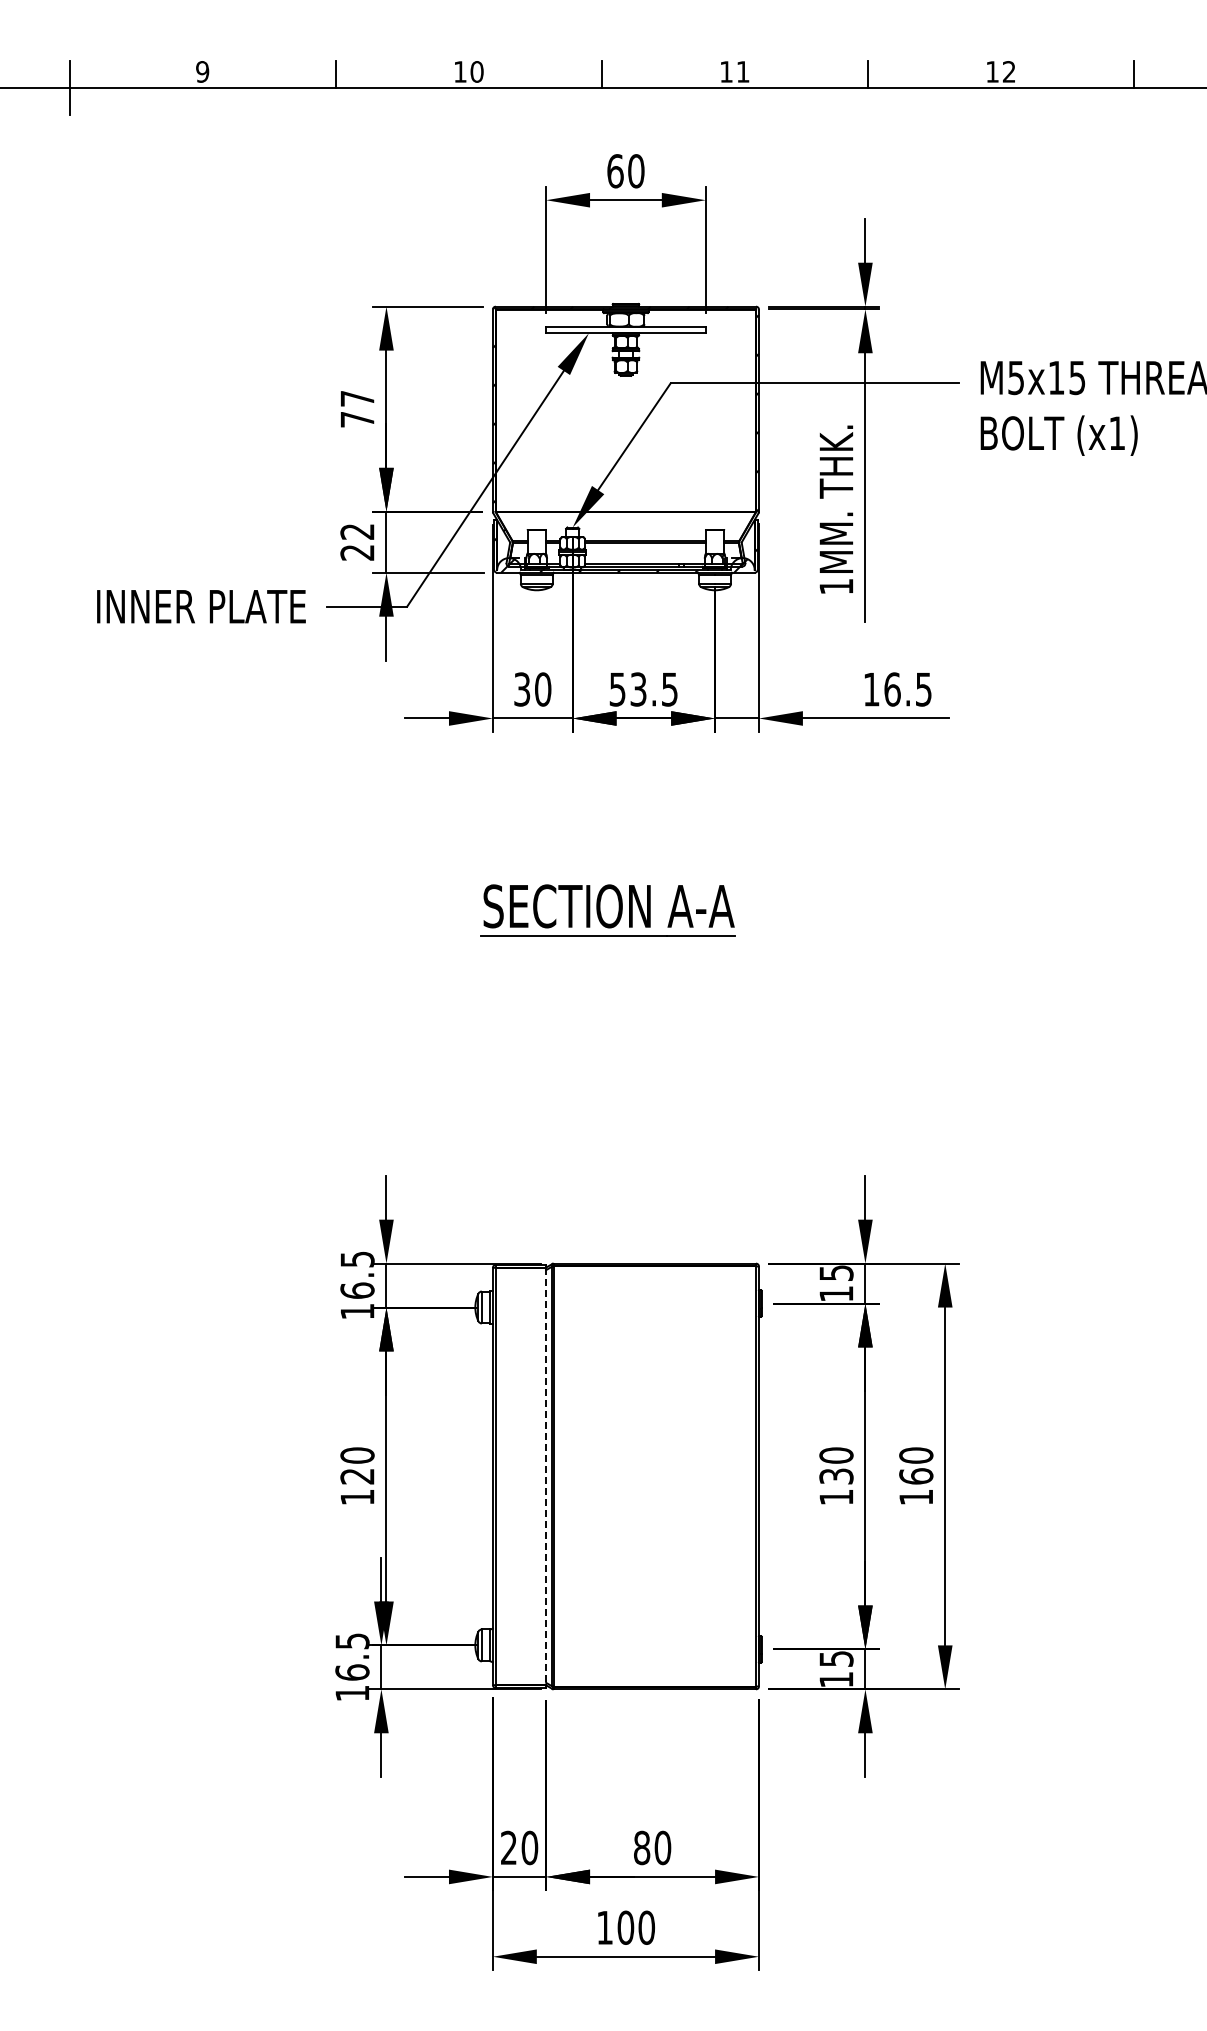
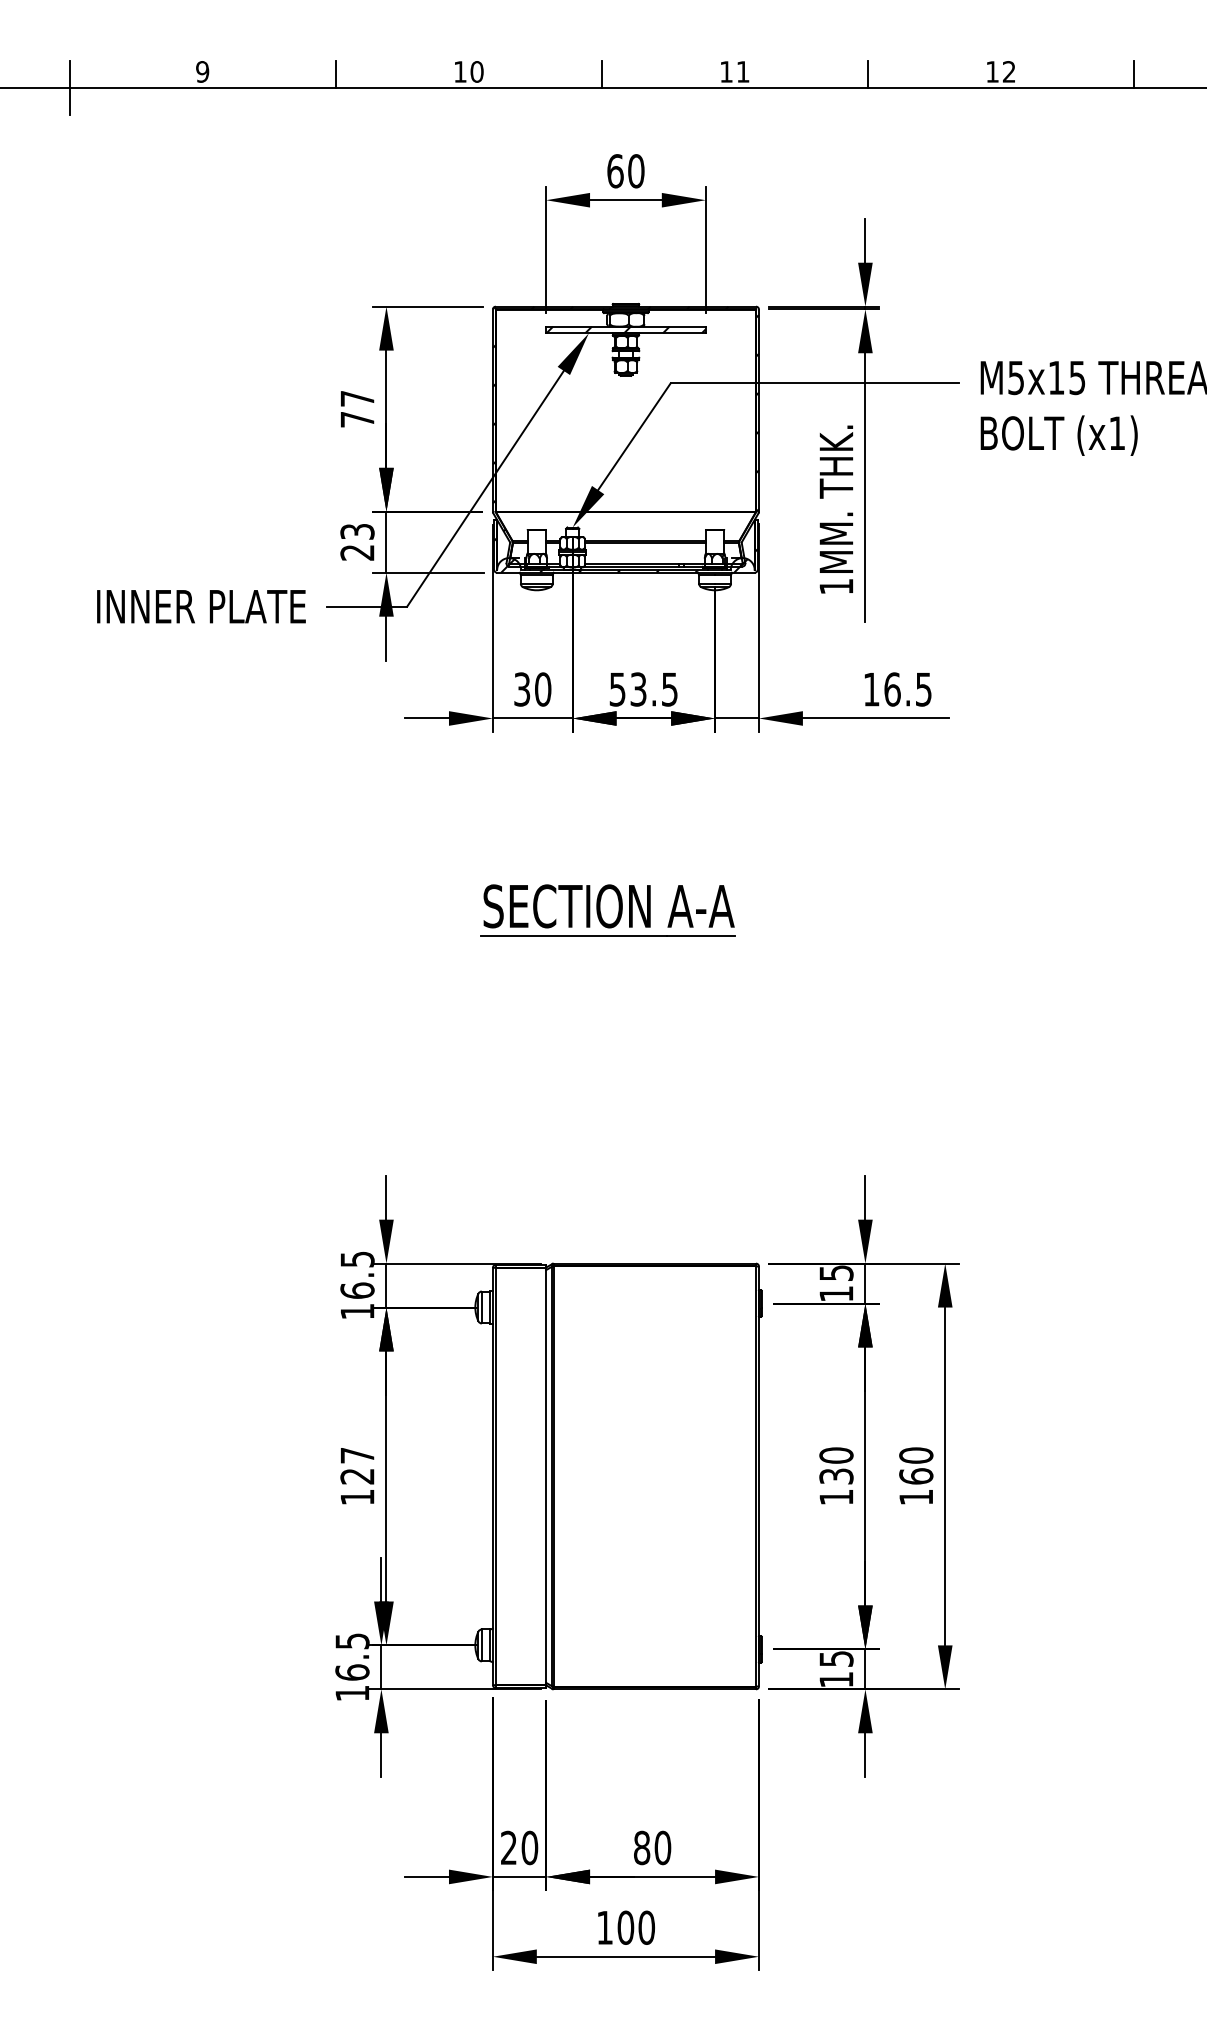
hatch at (625, 329): none -> present
text at (357, 531): 22 -> 23
text at (357, 1455): 120 -> 127
line at (546, 1476): dashed -> solid
